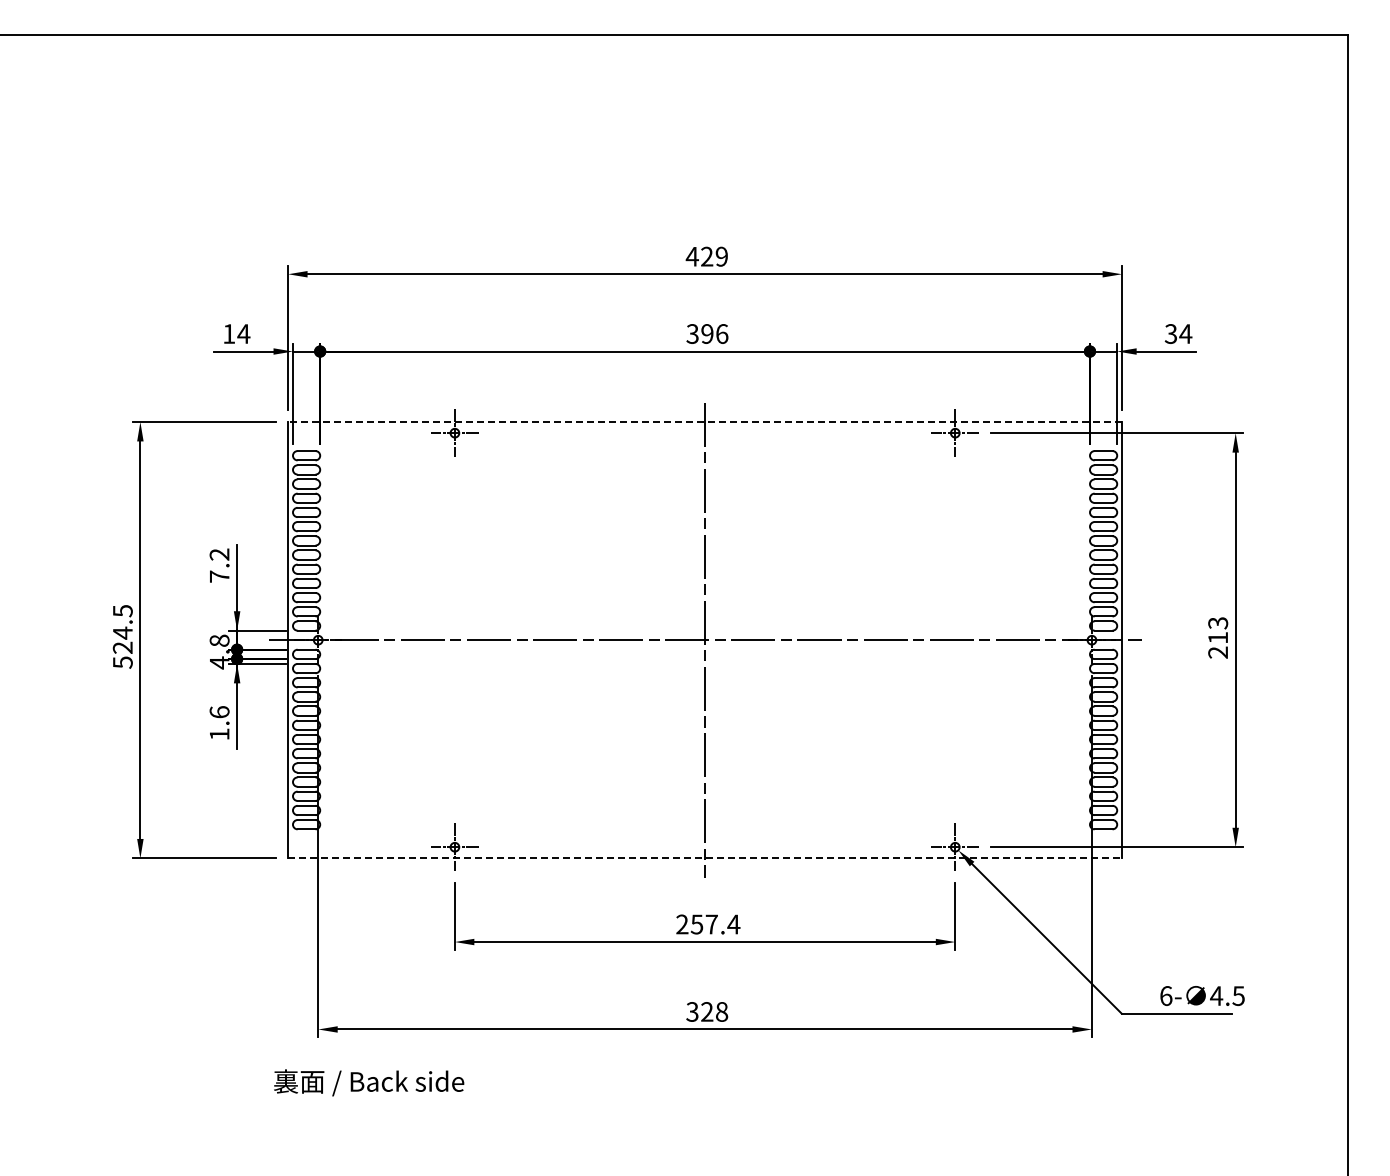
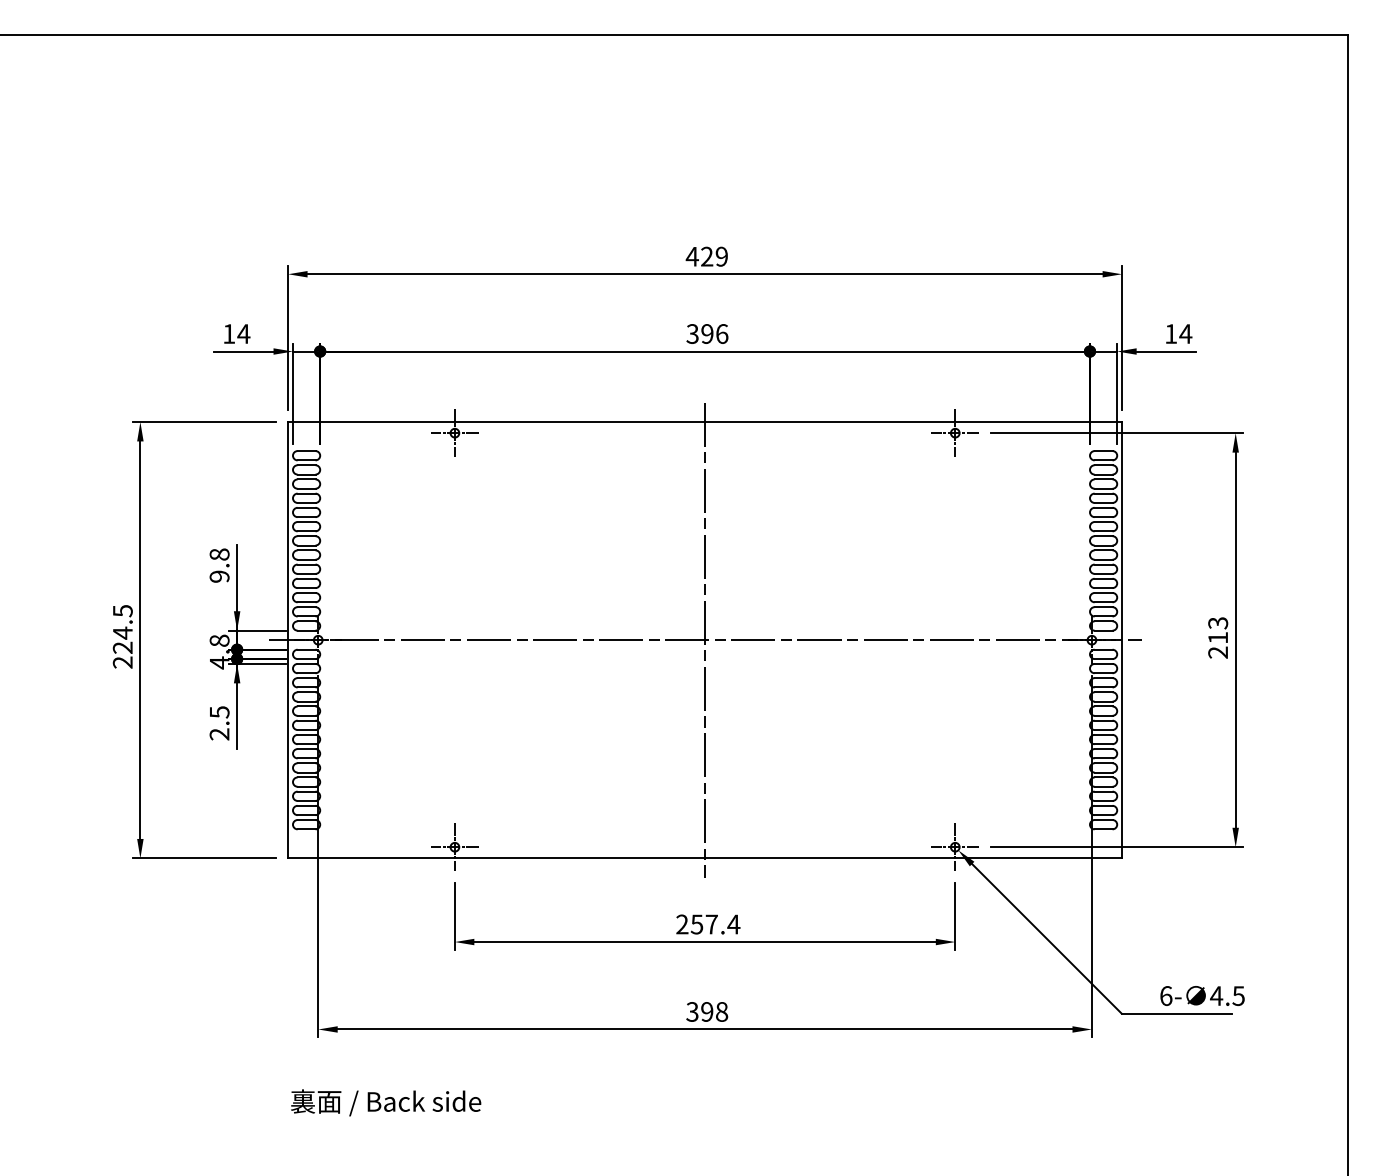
text at (1170, 333): 34 -> 14
line at (705, 422): dashed -> solid
text at (219, 565): 7.2 -> 9.8
text at (122, 662): 524.5 -> 224.5
text at (219, 723): 1.6 -> 2.5
line at (705, 858): dashed -> solid
text at (707, 1011): 328 -> 398
text at (369, 1082) position: (369, 1082) -> (386, 1102)
